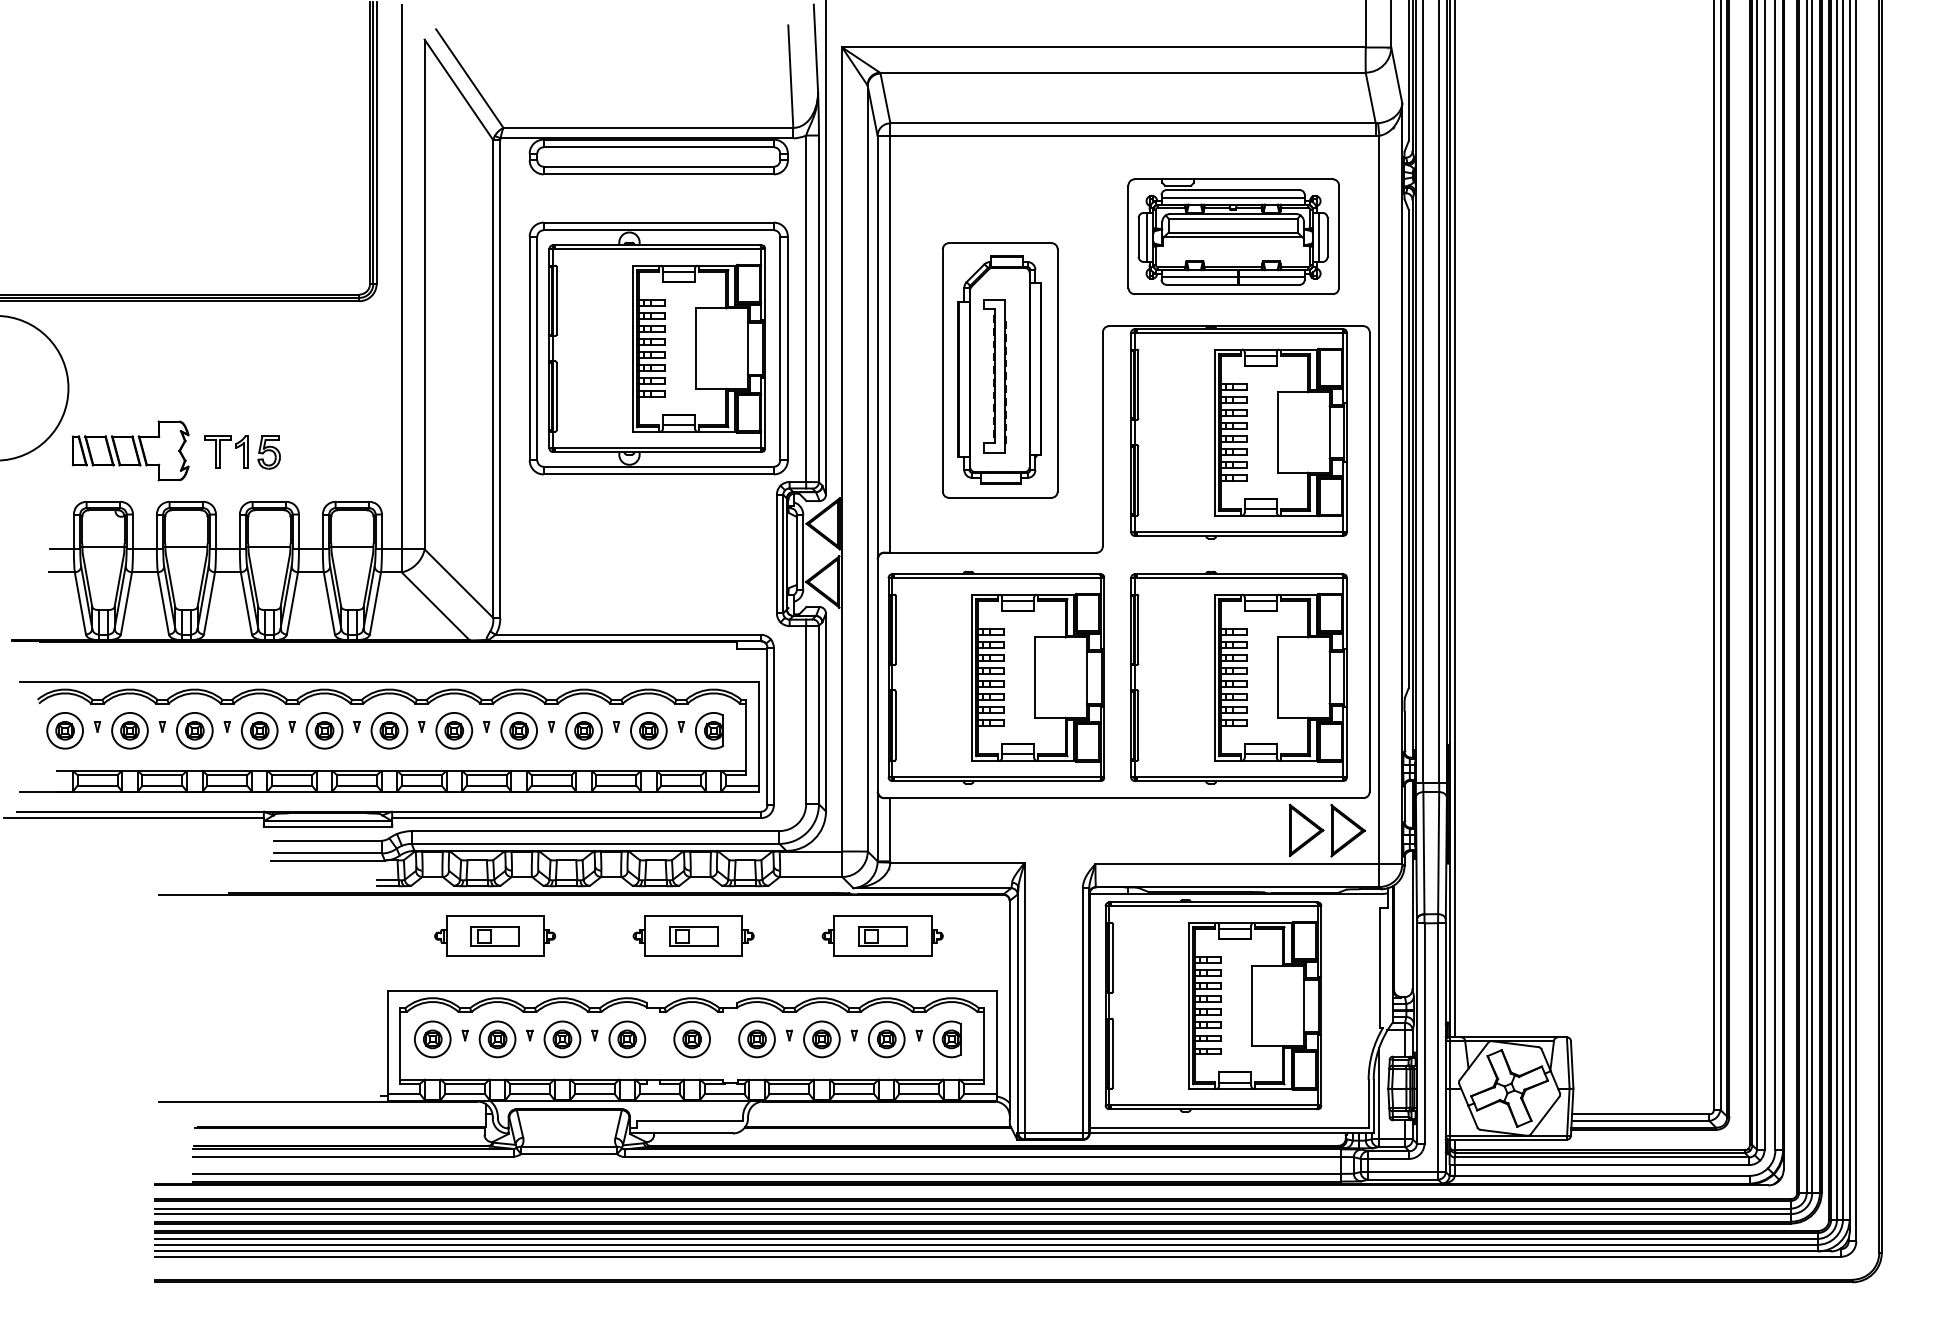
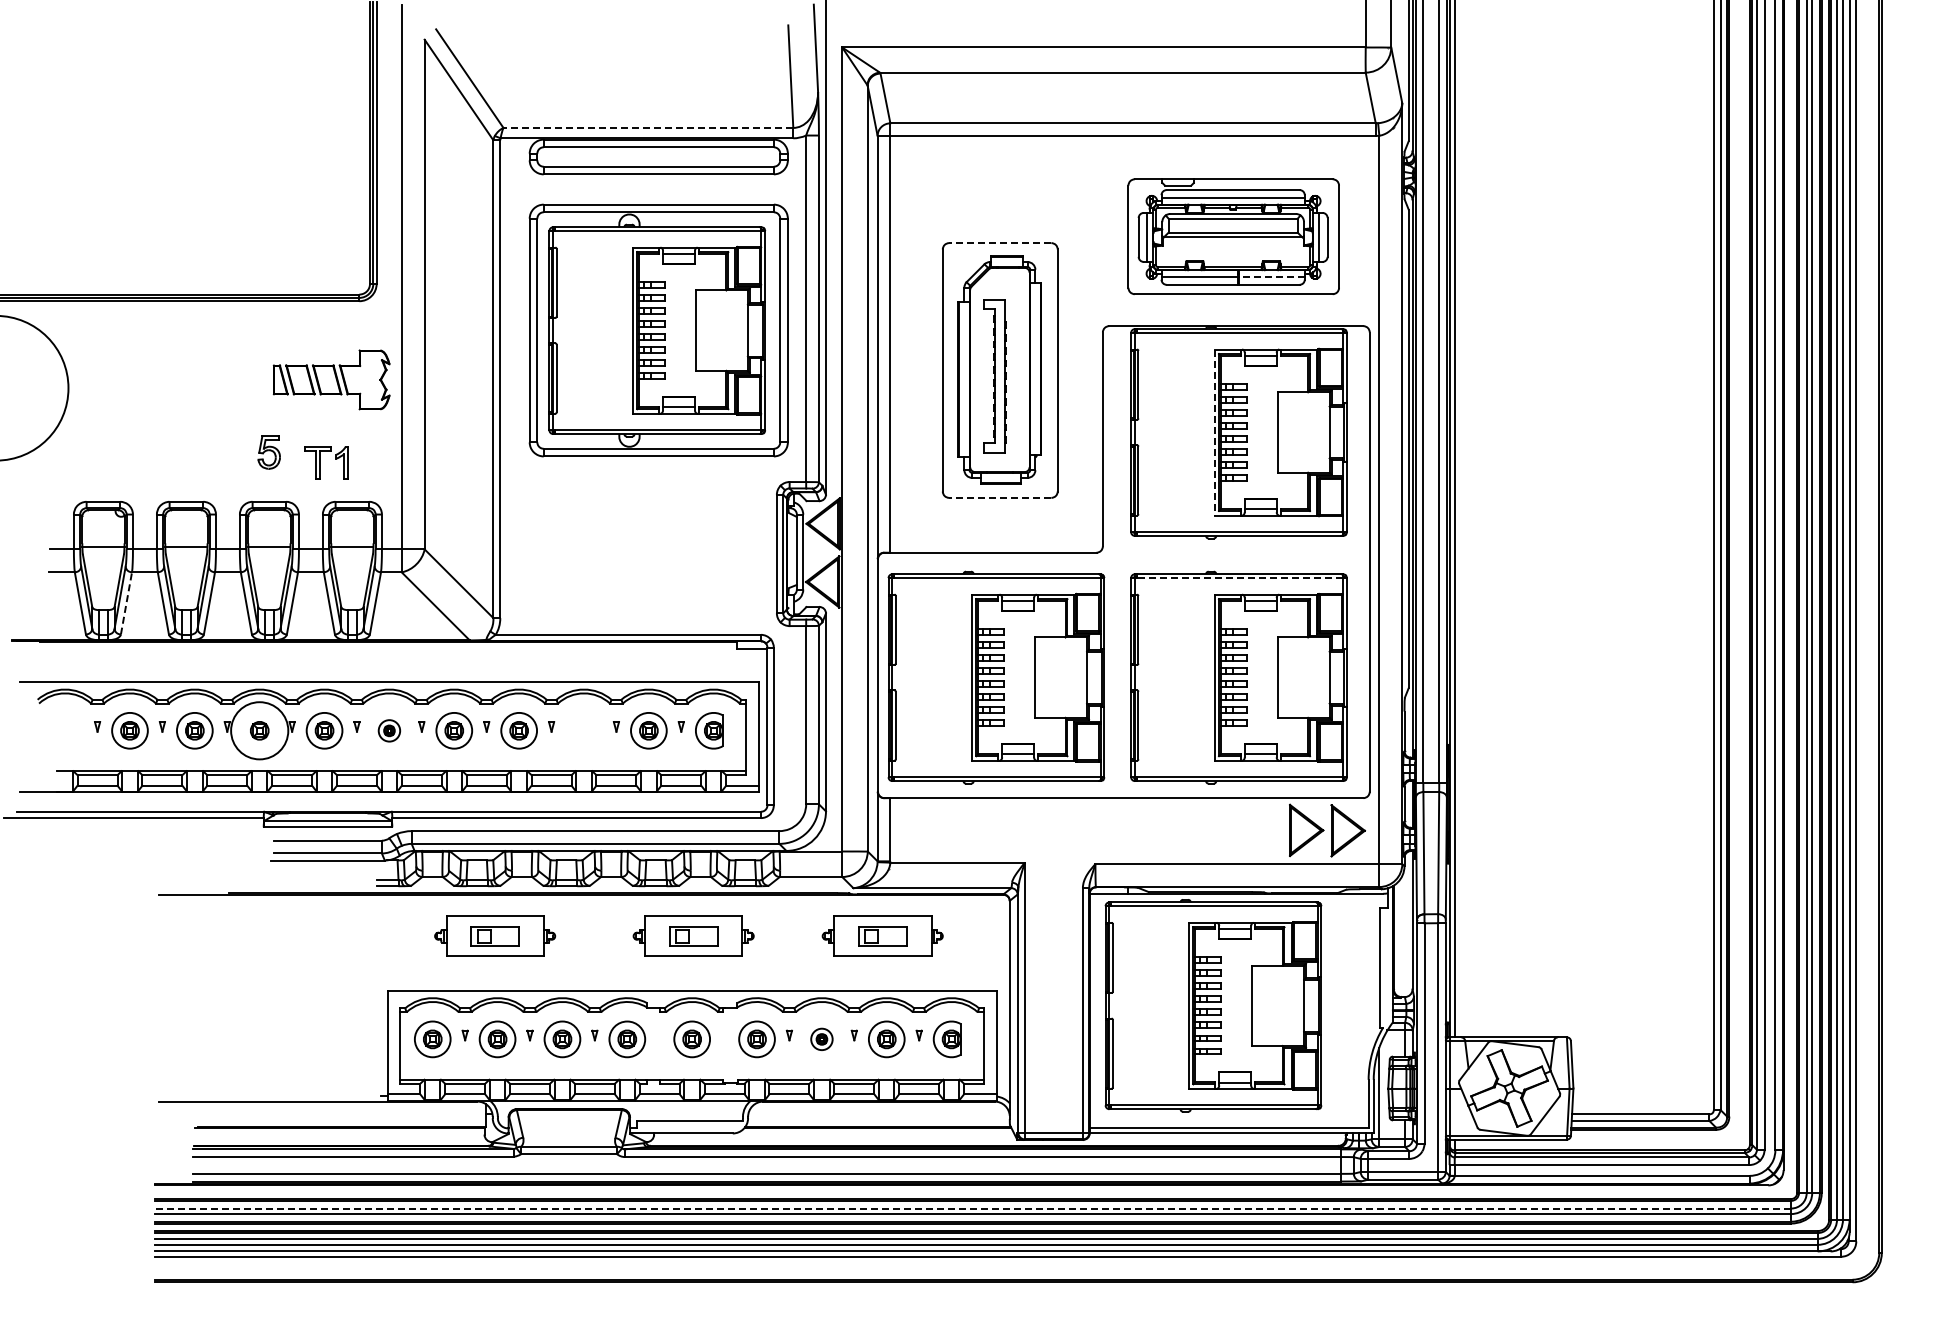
line at (648, 127): solid -> dashed
line at (999, 243): solid -> dashed
line at (1271, 276): solid -> dashed
part at (658, 348) position: (658, 348) -> (658, 330)
line at (1214, 432): solid -> dashed
part at (130, 450) position: (130, 450) -> (331, 379)
part at (226, 451) position: (226, 451) -> (326, 462)
line at (999, 497): solid -> dashed
line at (1239, 578): solid -> dashed
line at (126, 603): solid -> dashed
part at (64, 730): present -> none
circle at (259, 730) diameter: 36 px -> 57 px
part at (389, 730) size: 39x38 px -> 25x24 px
part at (583, 730): present -> none
part at (821, 1039) size: 38x39 px -> 24x24 px
line at (972, 1208): solid -> dashed
